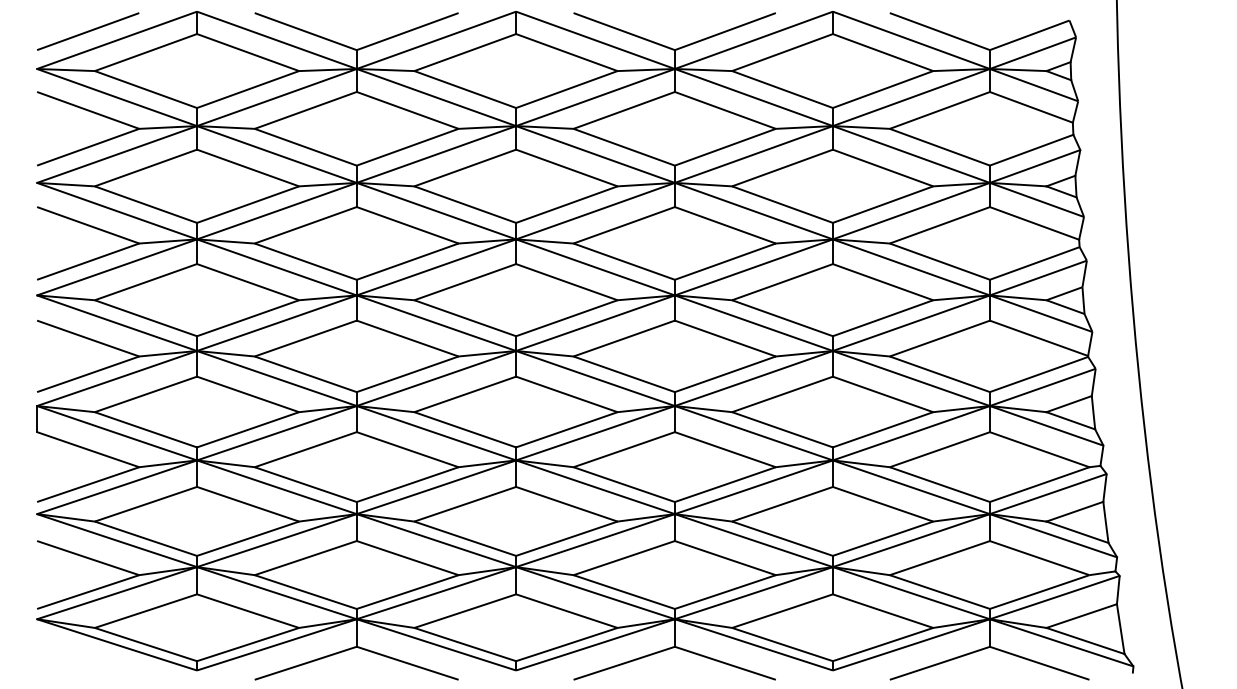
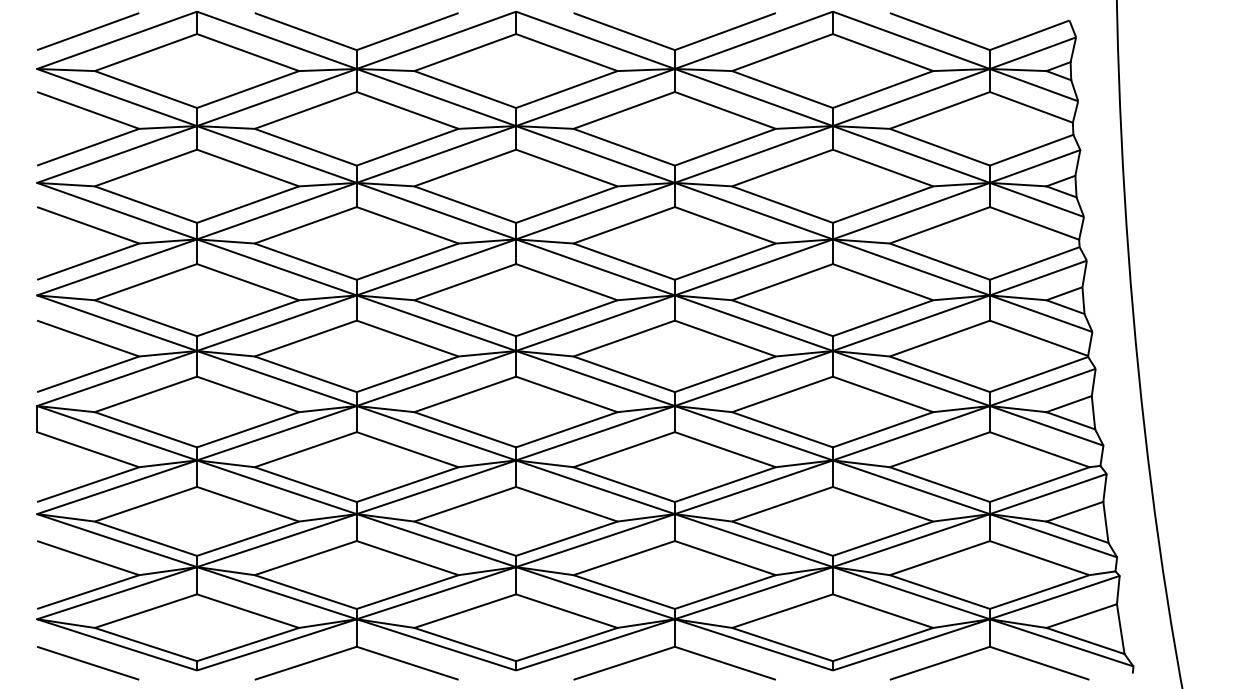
line at (88, 663): none -> present
